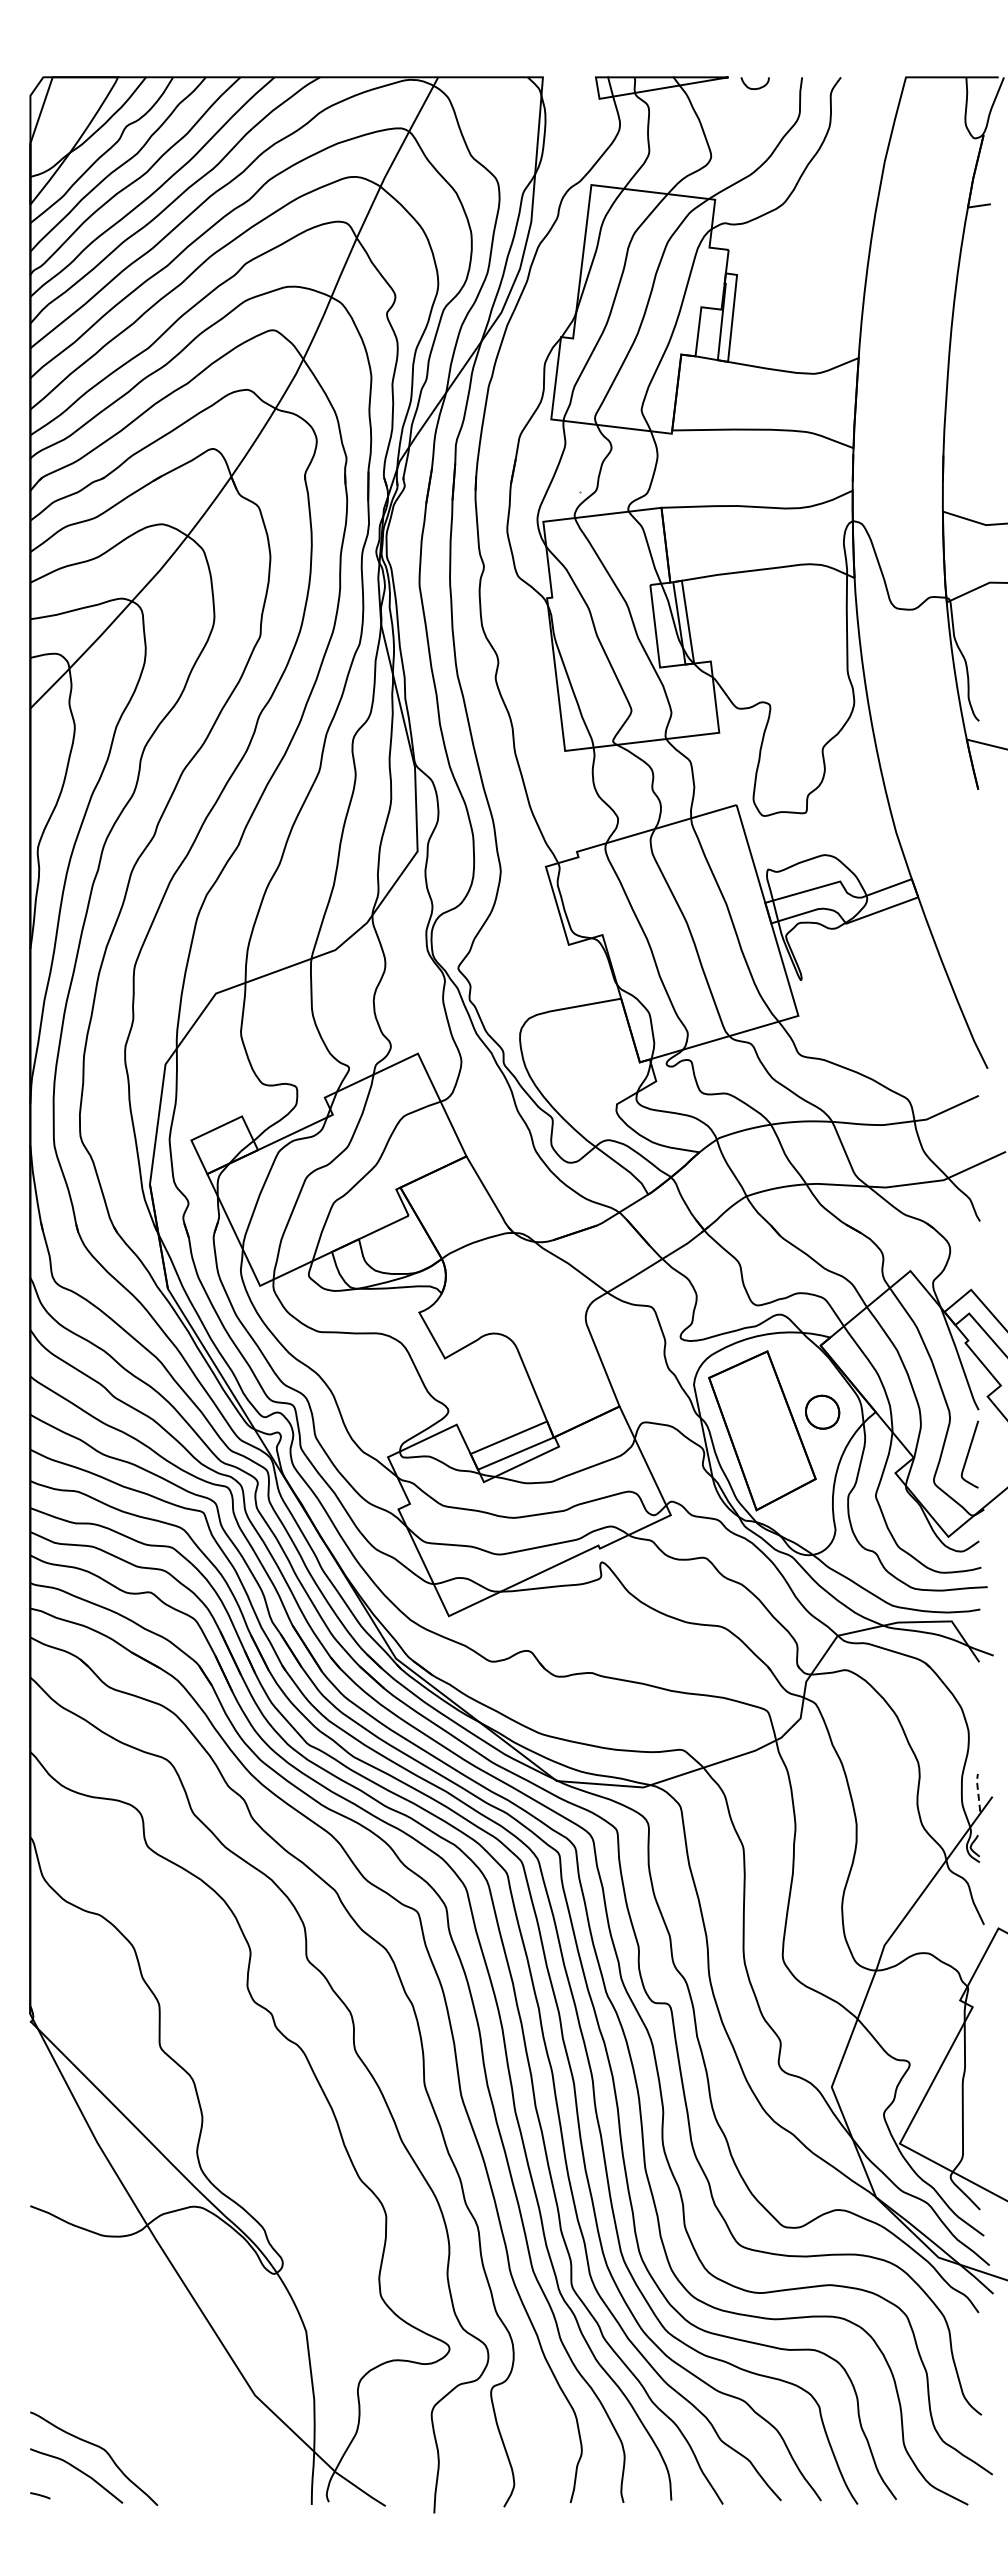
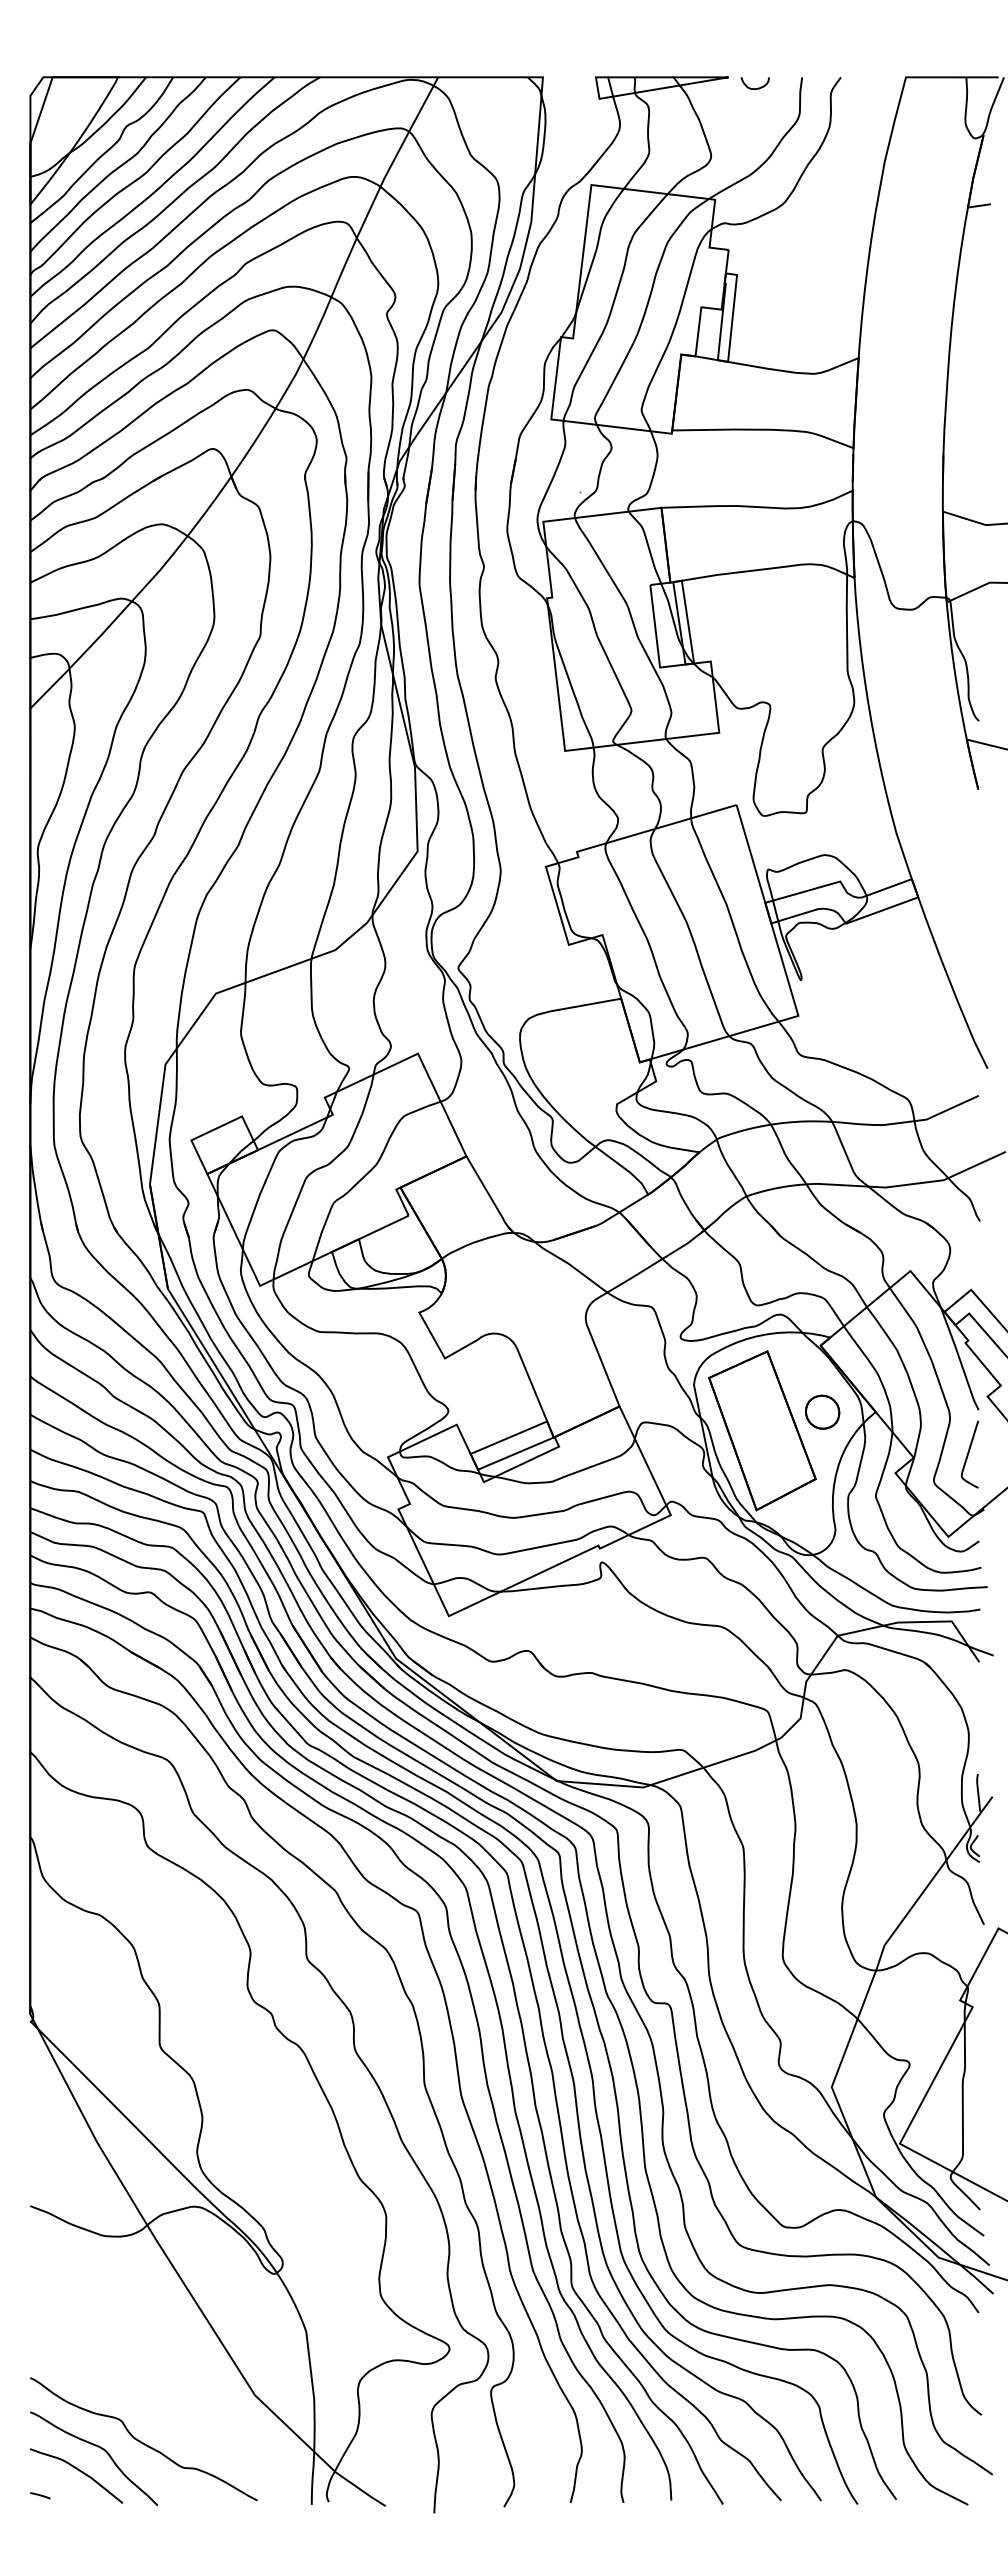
line at (978, 1791): dashed -> solid
curve at (141, 2441): none -> present
